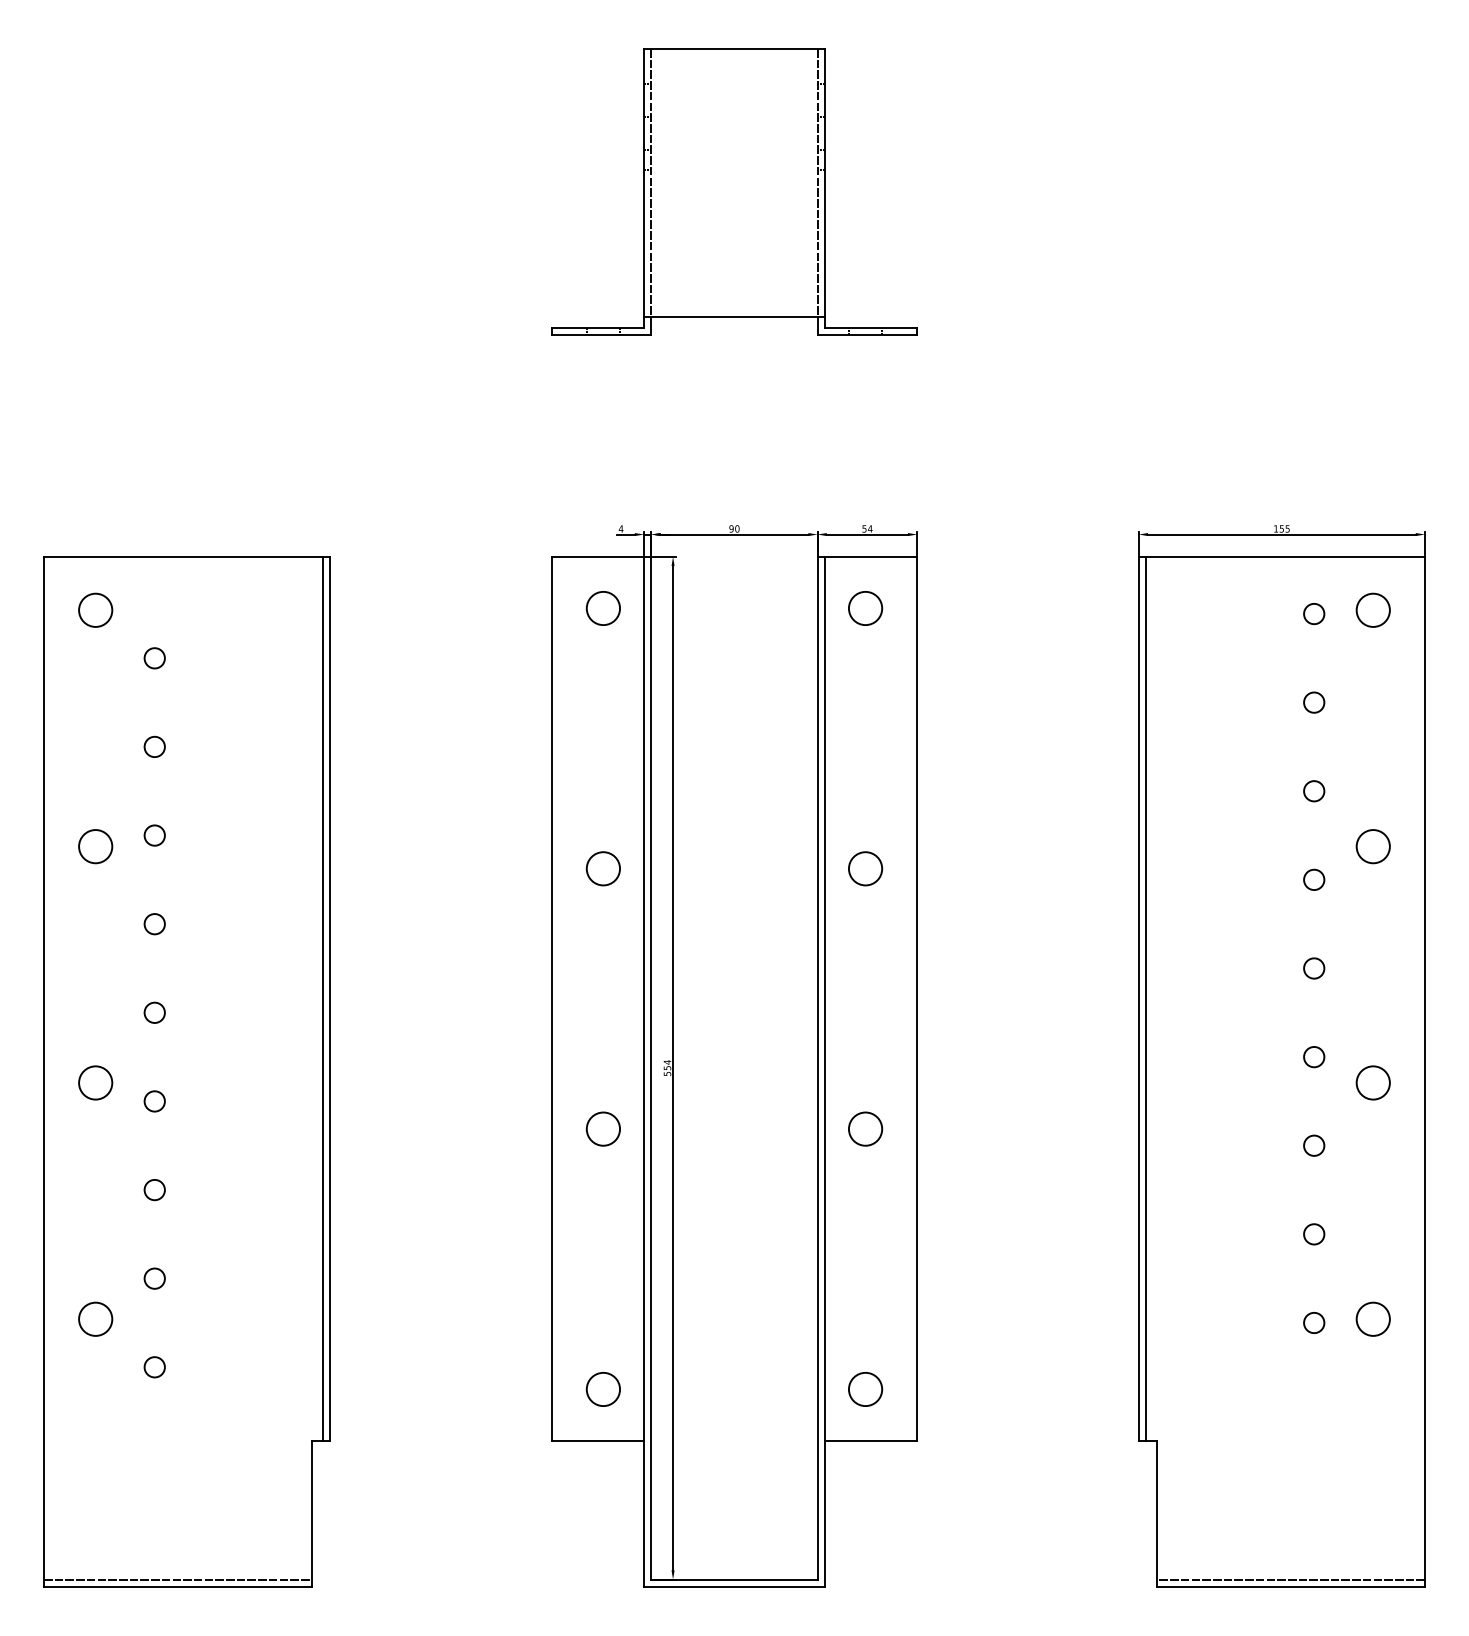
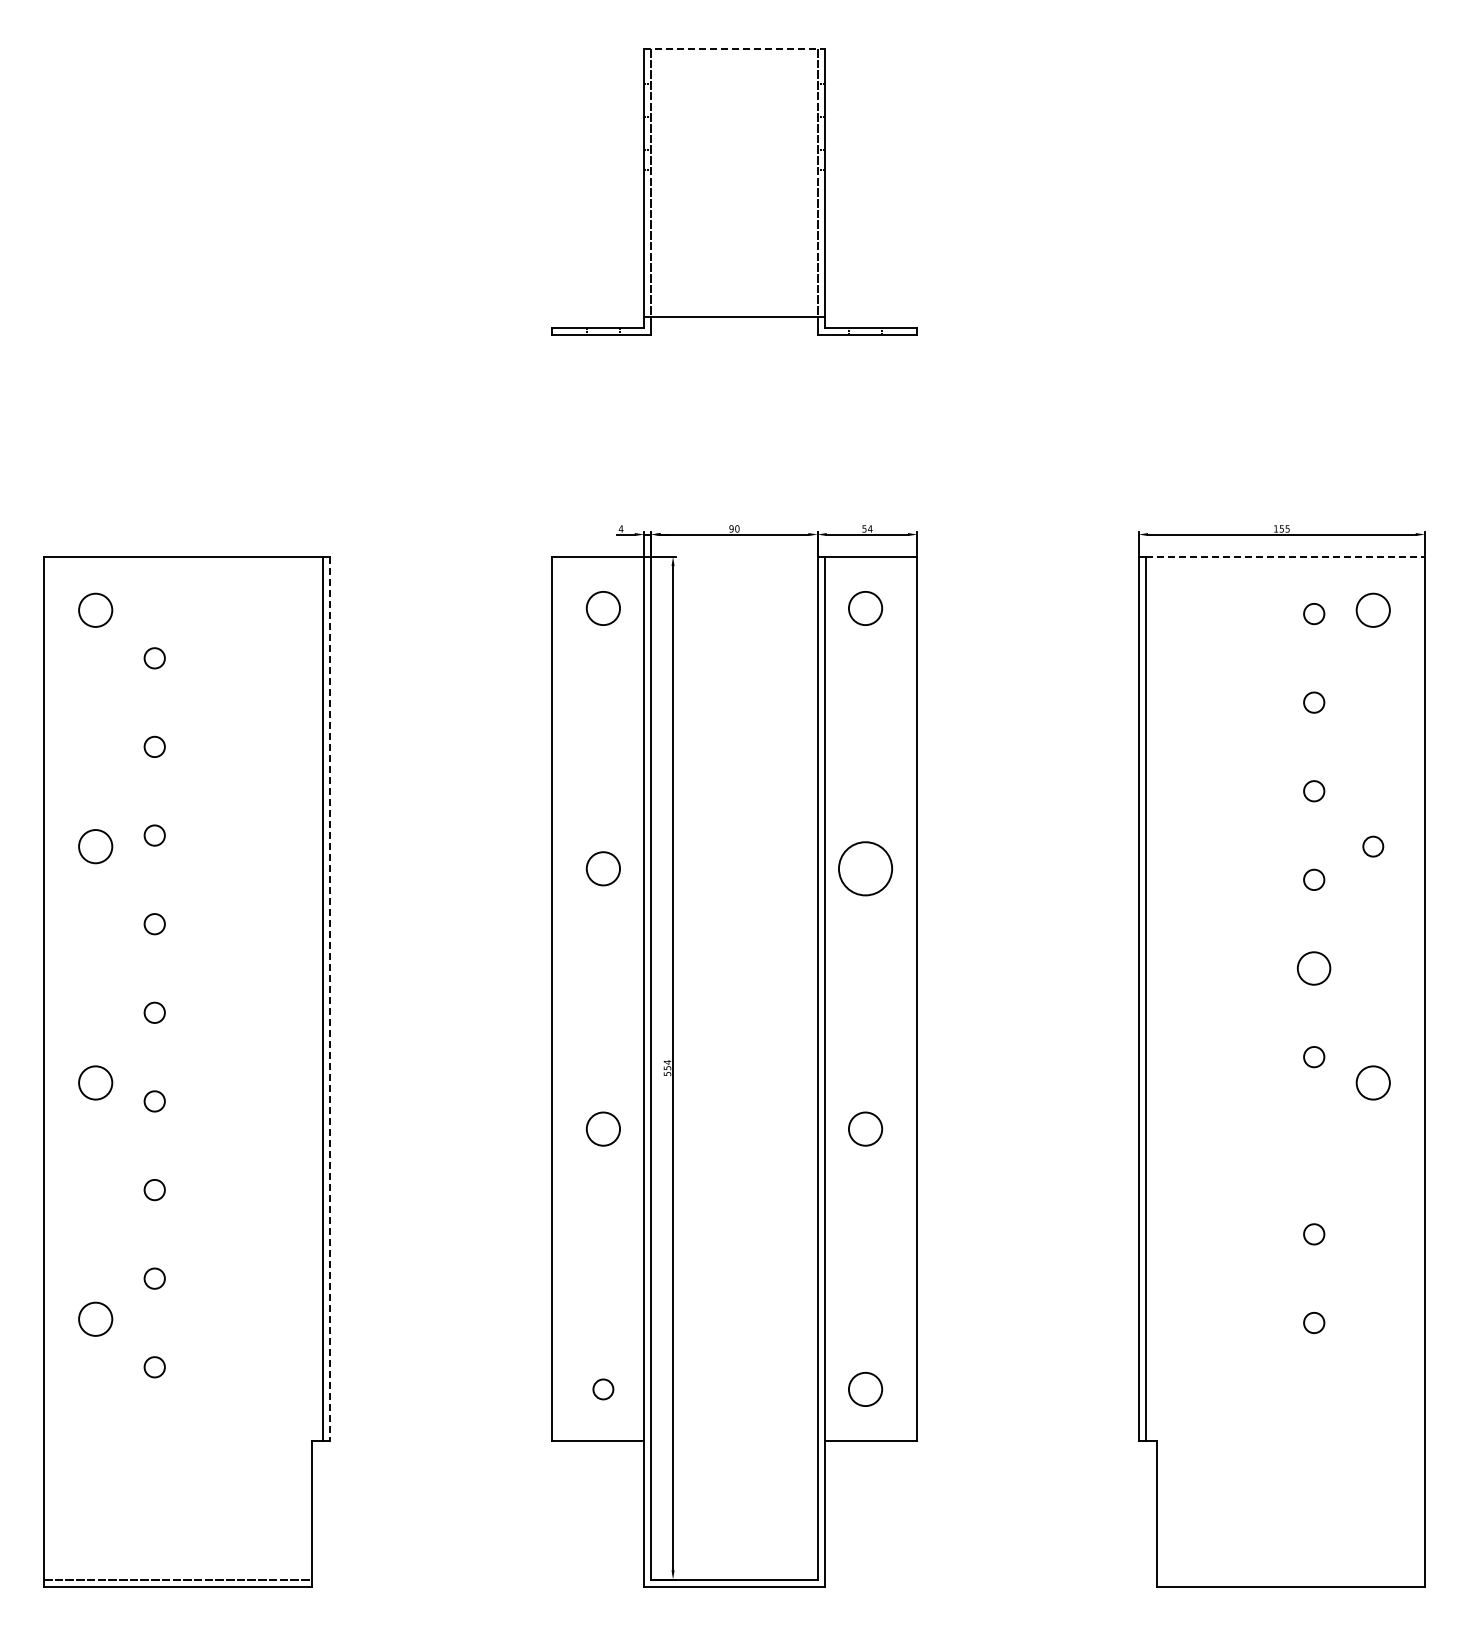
line at (735, 49): solid -> dashed
line at (1286, 556): solid -> dashed
circle at (1372, 846) diameter: 33 px -> 20 px
circle at (865, 868) diameter: 33 px -> 53 px
circle at (1314, 968) size: 23x23 px -> 36x35 px
line at (330, 999): solid -> dashed
circle at (1314, 1145): present -> none
circle at (1372, 1318): present -> none
circle at (603, 1389) diameter: 33 px -> 20 px
line at (1291, 1579): present -> none
